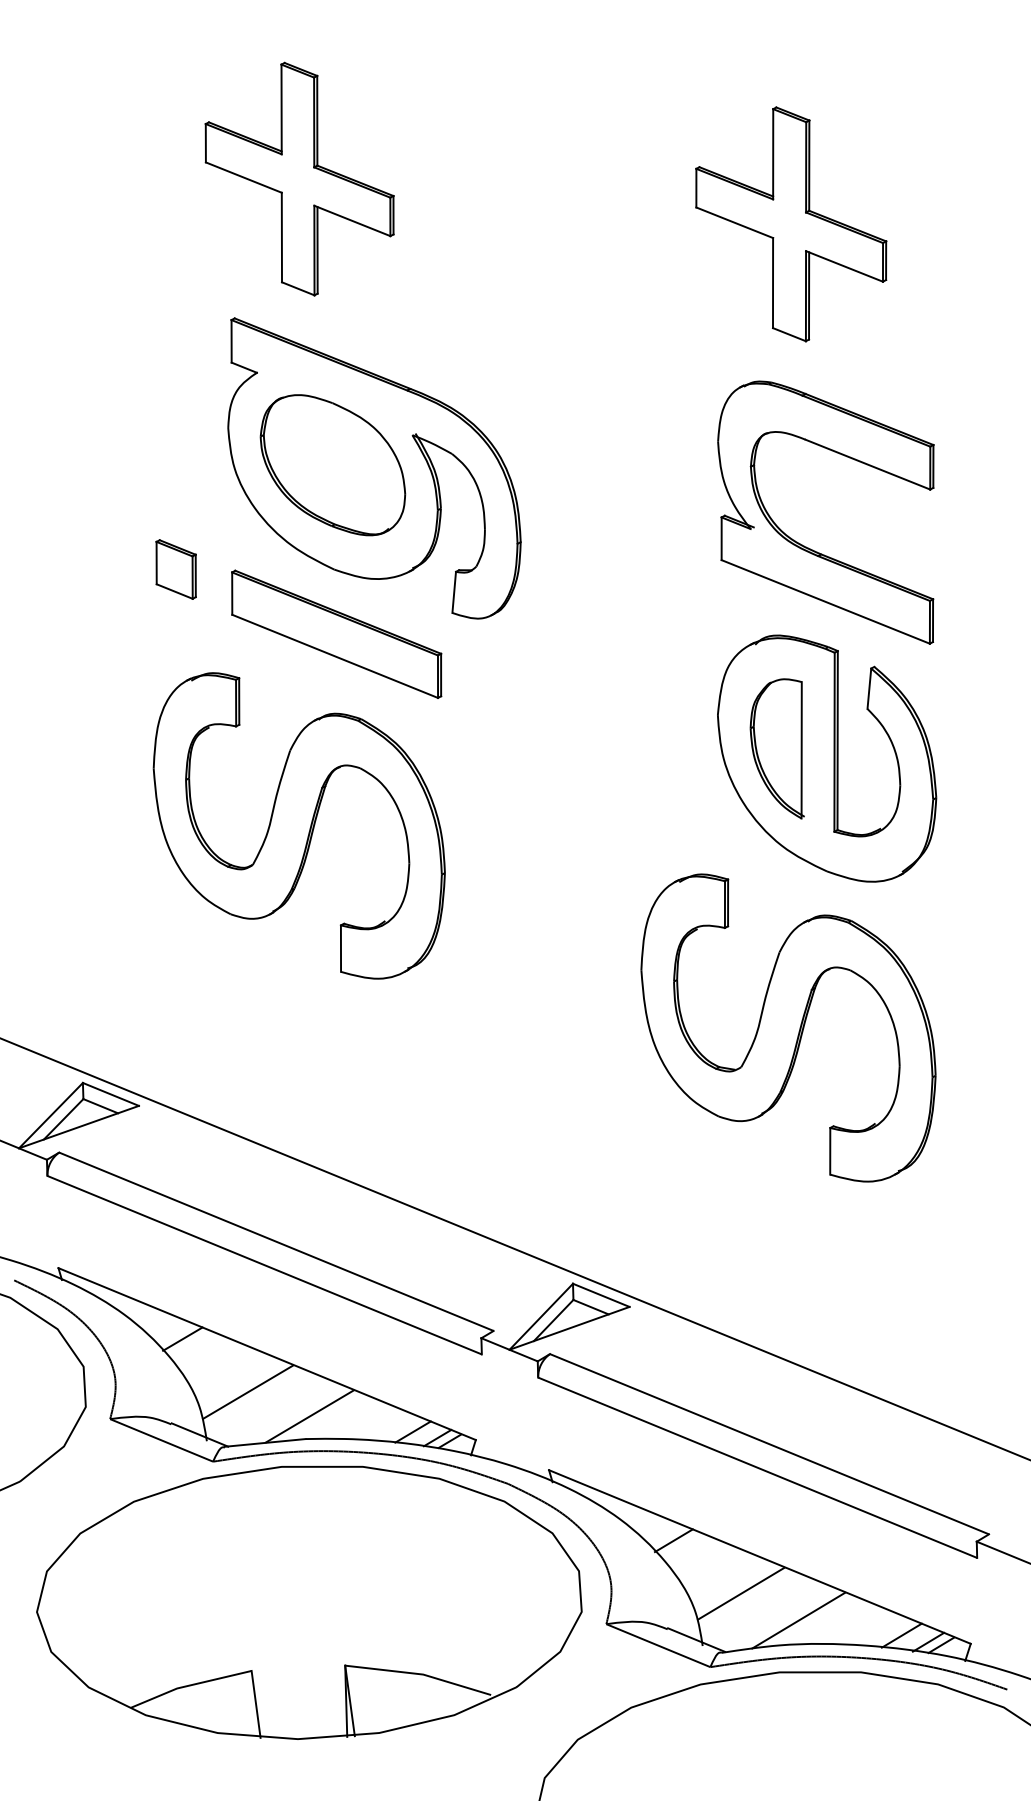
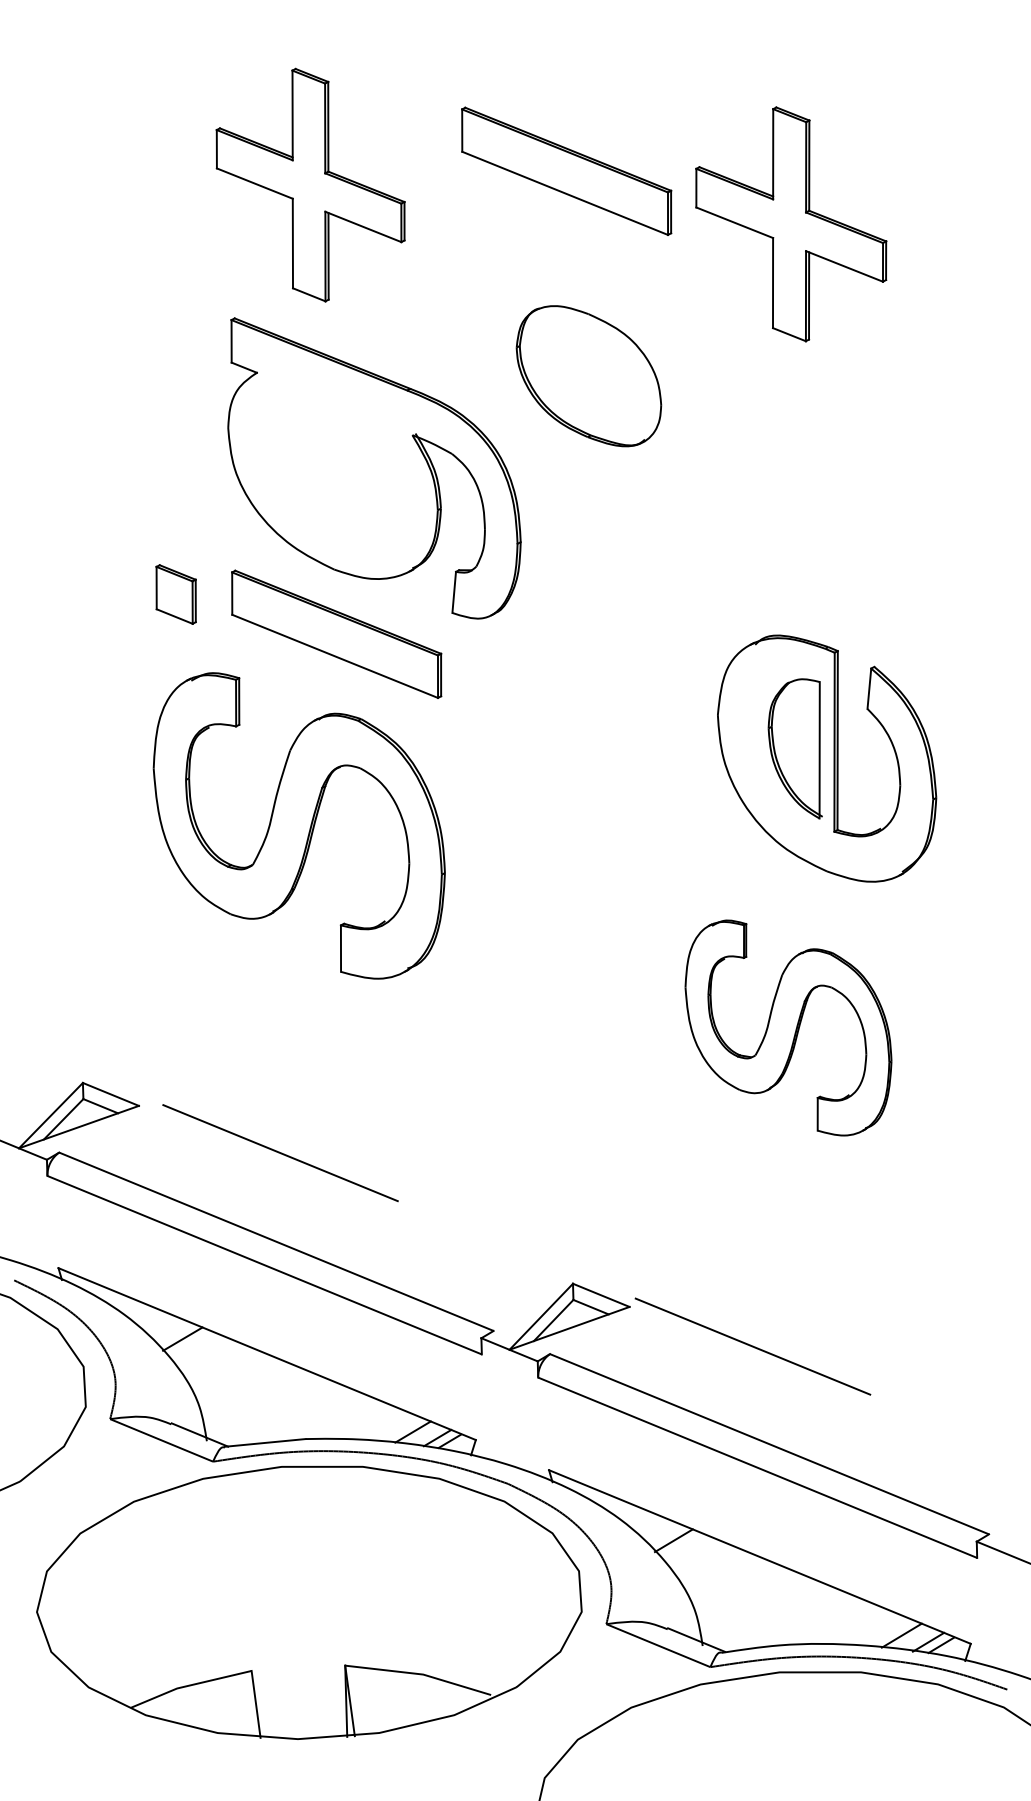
part at (566, 170): none -> present
part at (299, 178) position: (299, 178) -> (310, 184)
part at (332, 465) position: (332, 465) -> (588, 376)
part at (808, 547): present -> none
part at (175, 569) position: (175, 569) -> (175, 594)
part at (776, 748) position: (776, 748) -> (794, 748)
part at (788, 1027) size: 297x310 px -> 209x218 px
line at (515, 1249): solid -> dashed
line at (247, 1392): present -> none
line at (309, 1416): present -> none
line at (741, 1593): present -> none
line at (798, 1620): present -> none
